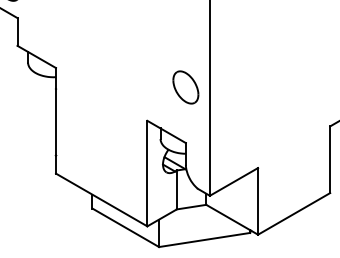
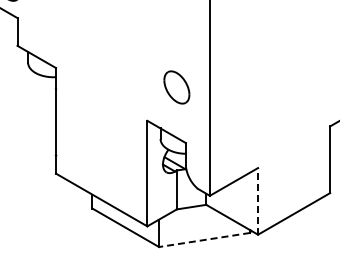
part at (185, 87) position: (185, 87) -> (176, 87)
line at (258, 200): solid -> dashed
line at (204, 240): solid -> dashed
